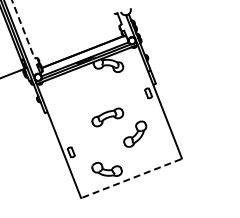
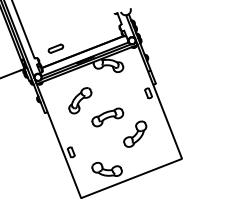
line at (23, 29): dashed -> solid
part at (55, 48): none -> present
part at (80, 100): none -> present
line at (131, 178): dashed -> solid
